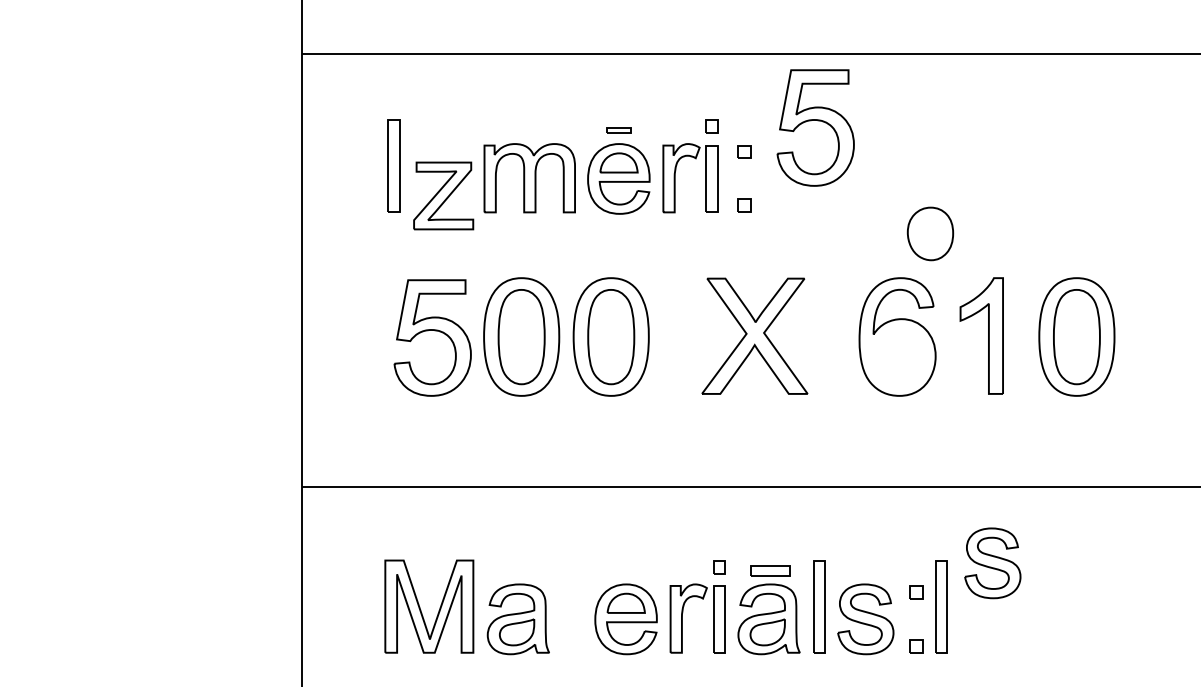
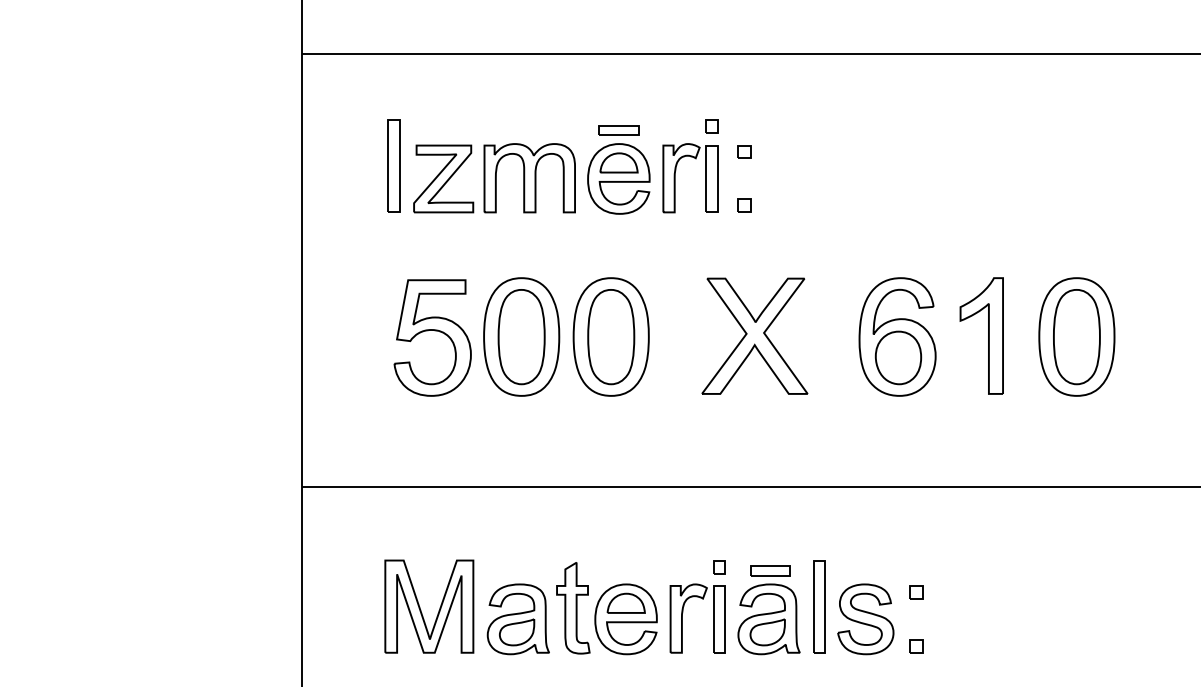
part at (817, 121): present -> none
part at (618, 130) size: 26x7 px -> 42x11 px
part at (443, 195) position: (443, 195) -> (443, 178)
part at (930, 233) position: (930, 233) -> (898, 357)
part at (992, 563): present -> none
part at (941, 606): present -> none
part at (573, 608): none -> present
